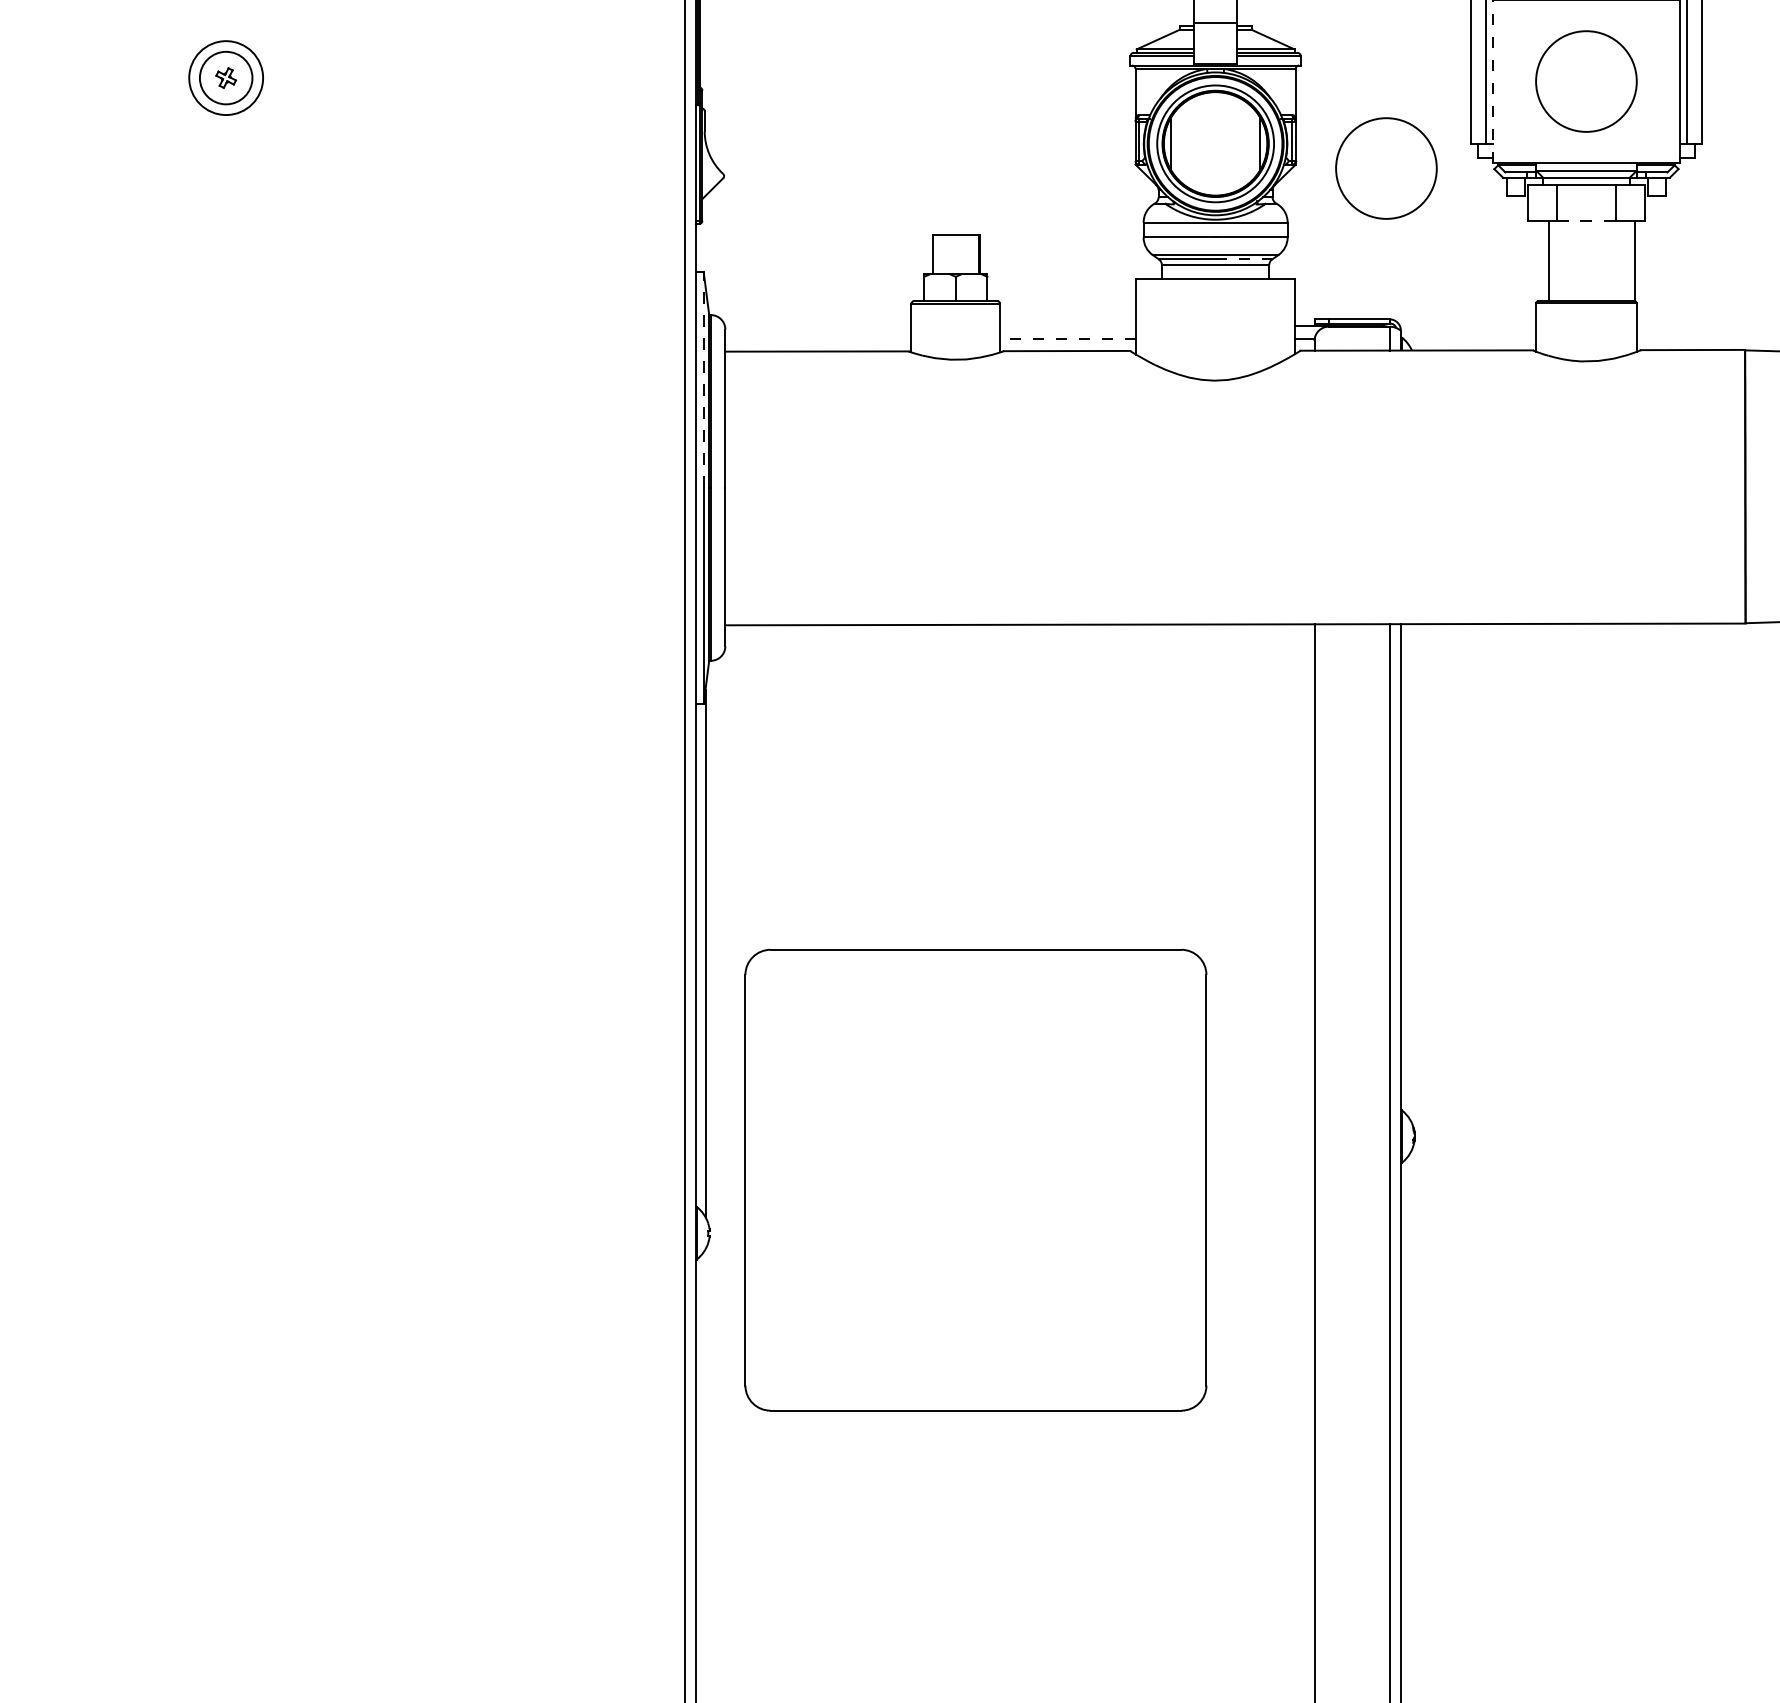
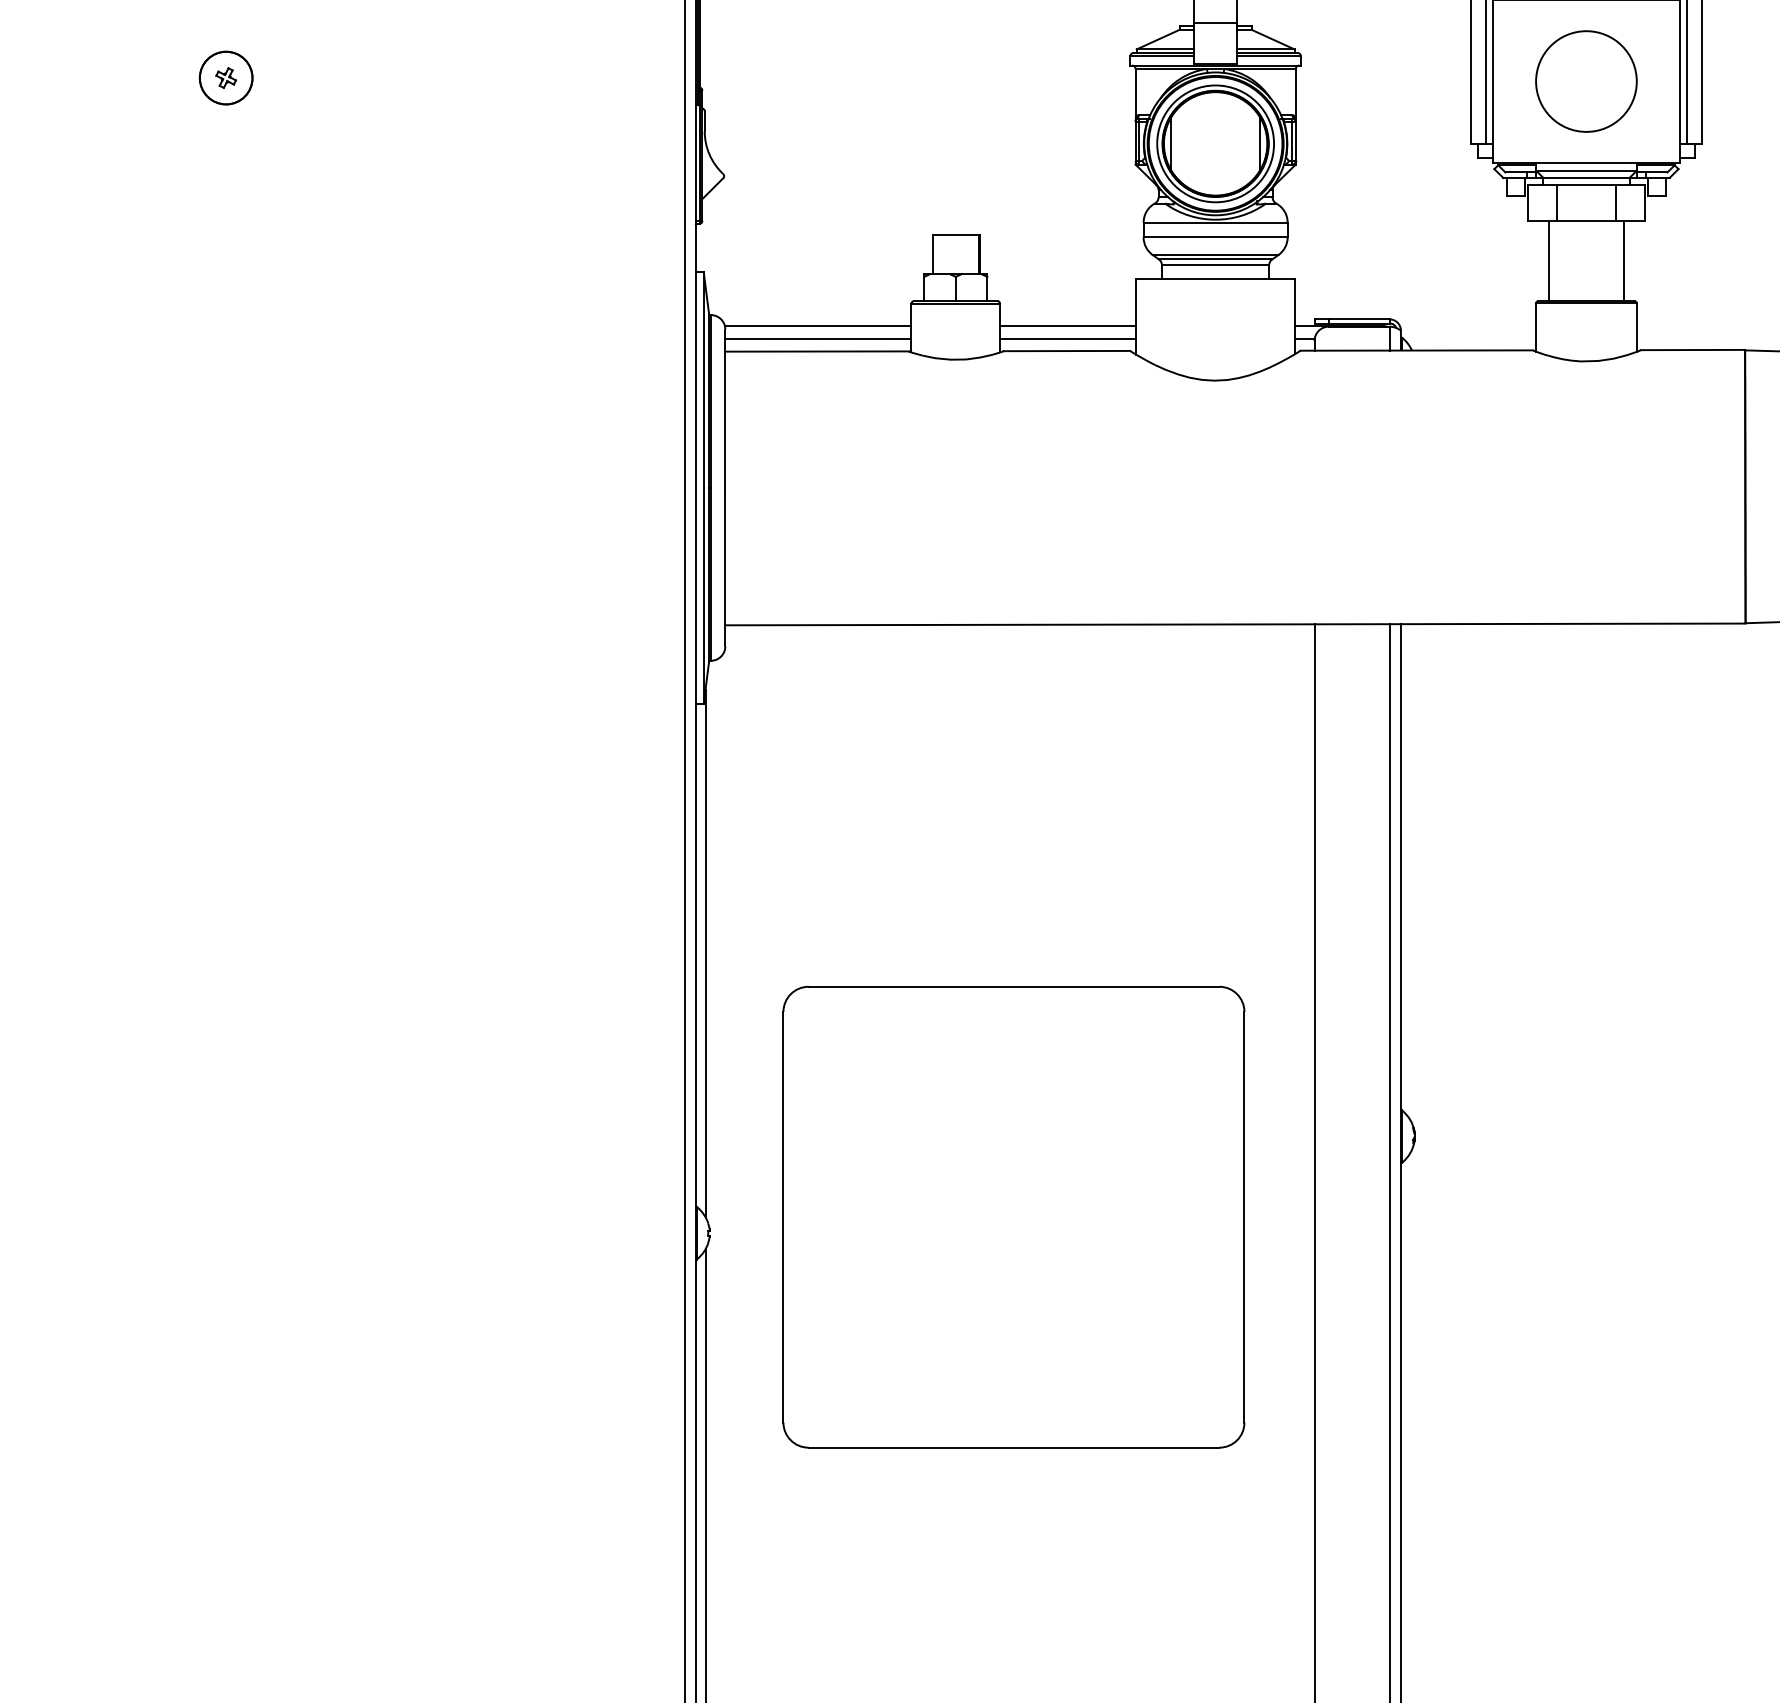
circle at (226, 78) diameter: 74 px -> 53 px
line at (1492, 81): dashed -> solid
circle at (1386, 168): present -> none
line at (1586, 220): dashed -> solid
line at (1244, 259): dashed -> solid
line at (1635, 260) position: (1635, 260) -> (1624, 260)
line at (818, 326): none -> present
line at (1068, 326): none -> present
line at (818, 338): none -> present
line at (1067, 338): dashed -> solid
line at (703, 379): dashed -> solid
part at (975, 1179) position: (975, 1179) -> (1013, 1216)
line at (705, 1474): none -> present
